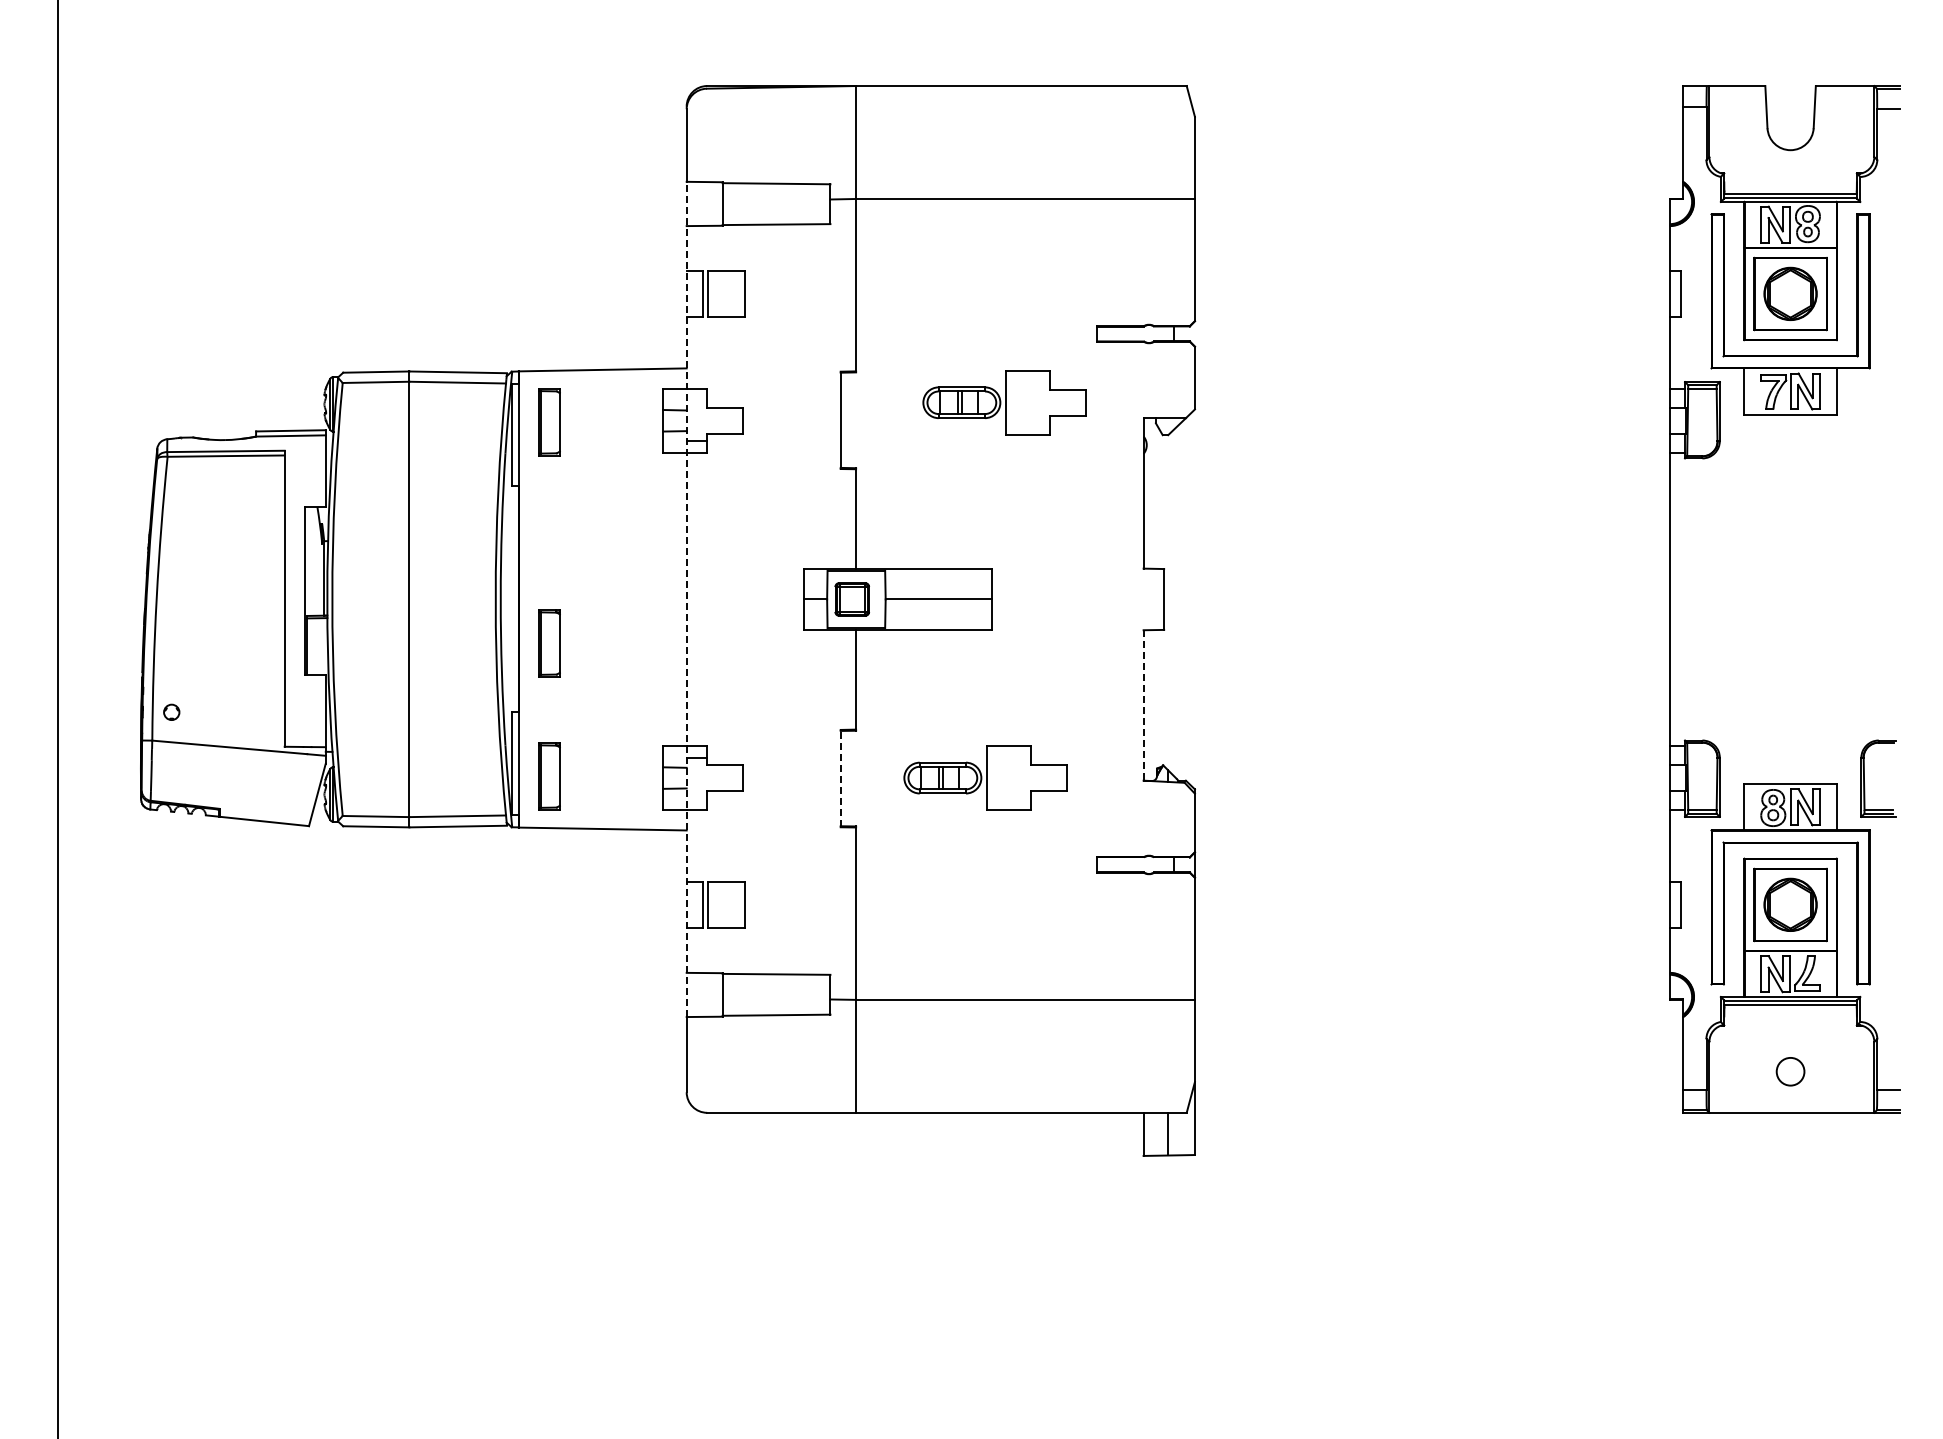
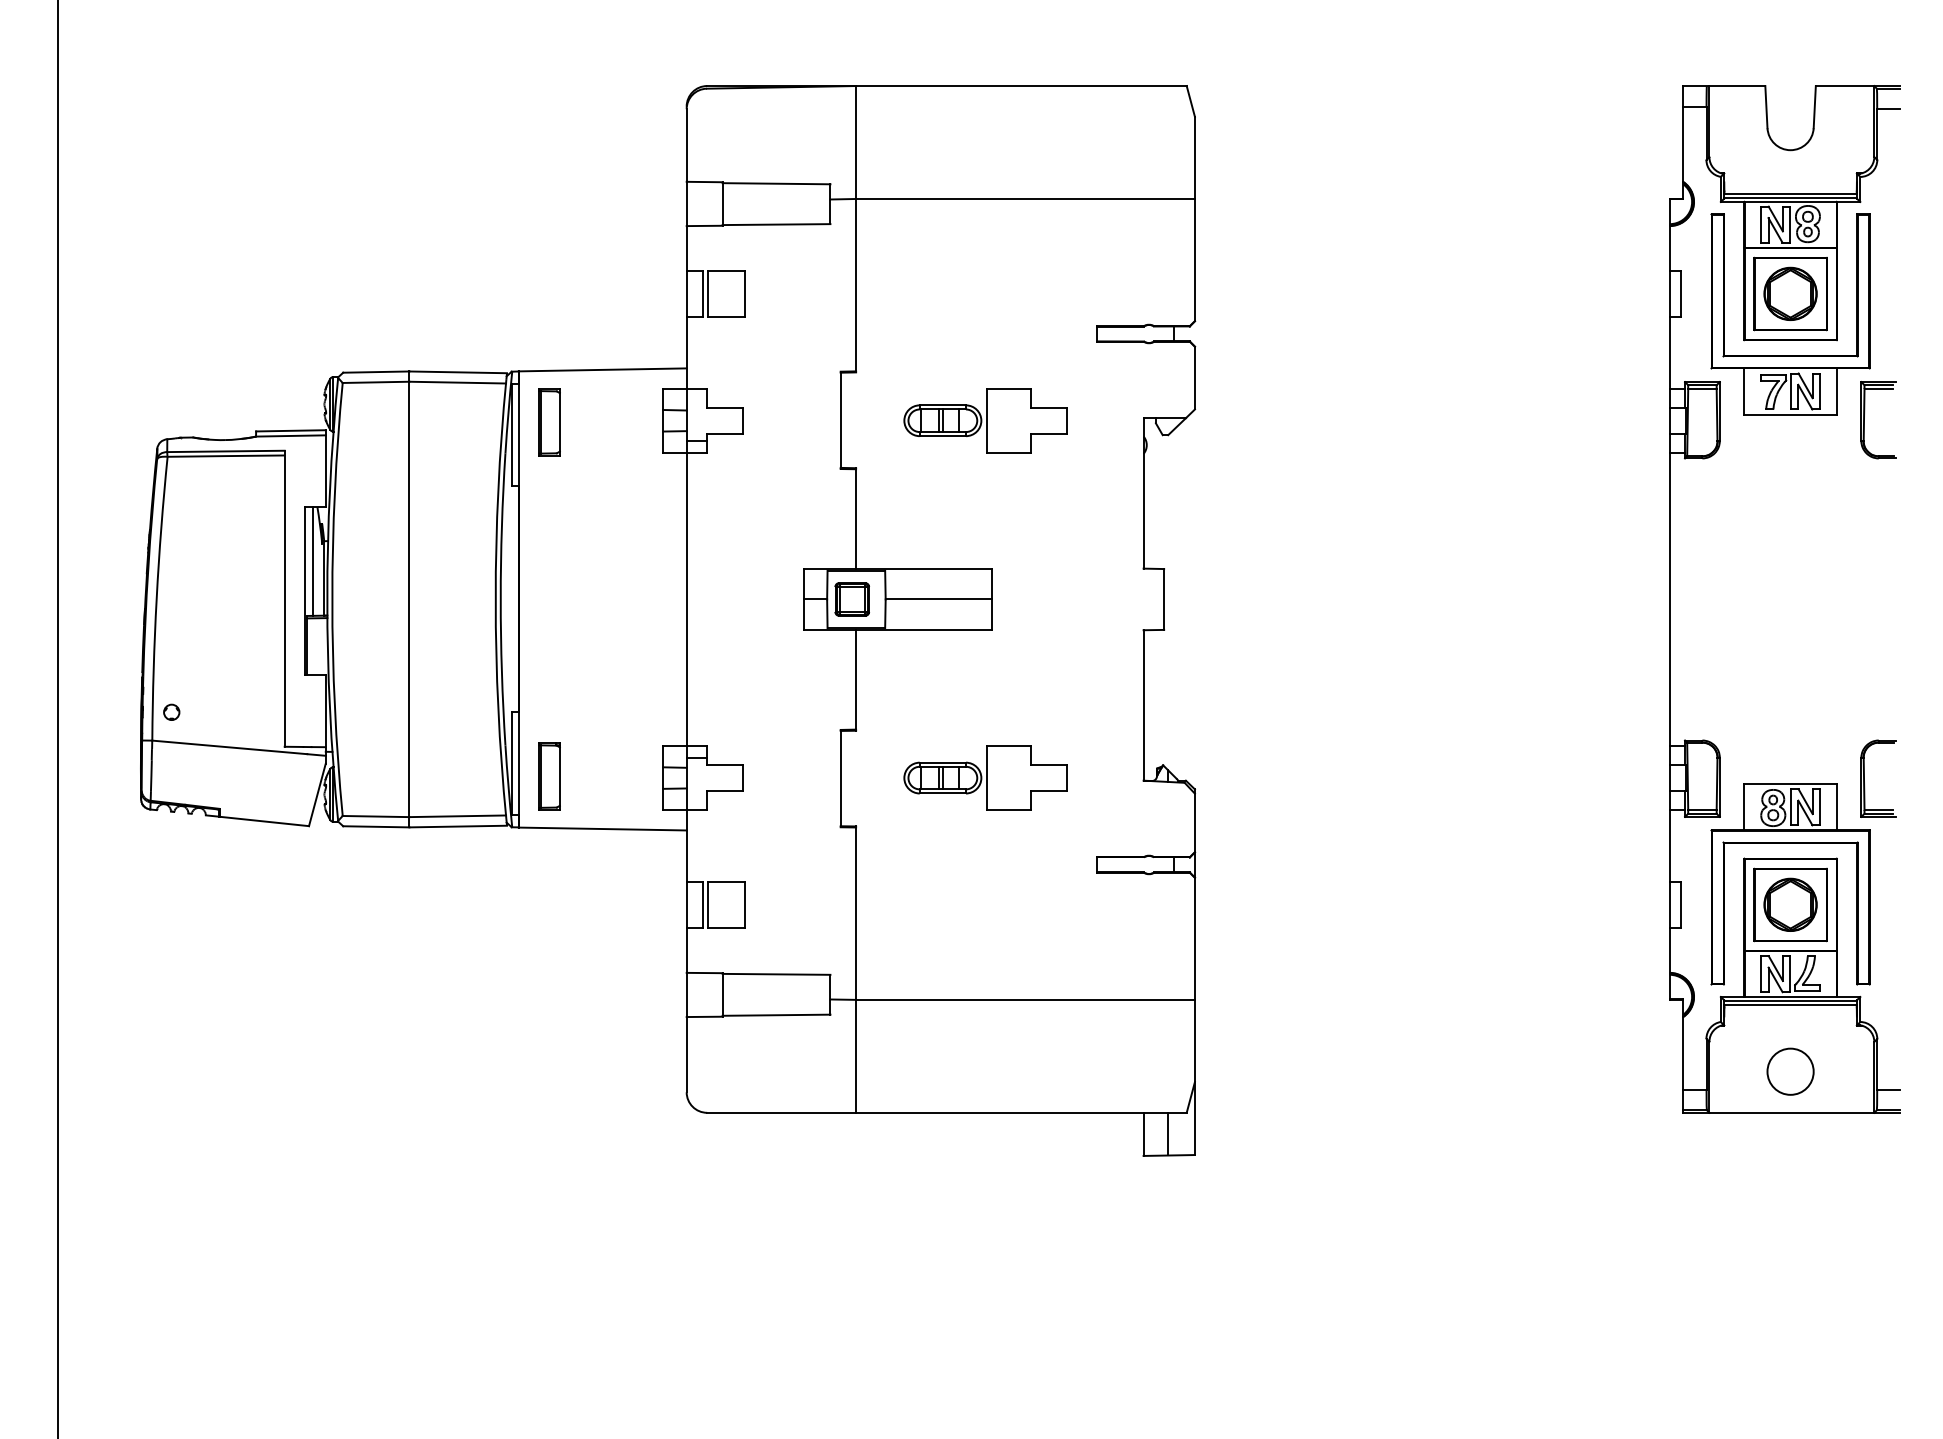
part at (1004, 402) position: (1004, 402) -> (985, 420)
part at (1864, 420): none -> present
line at (313, 561): none -> present
line at (686, 599): dashed -> solid
part at (549, 643): present -> none
line at (1143, 705): dashed -> solid
line at (840, 778): dashed -> solid
circle at (1790, 1071) diameter: 28 px -> 46 px
